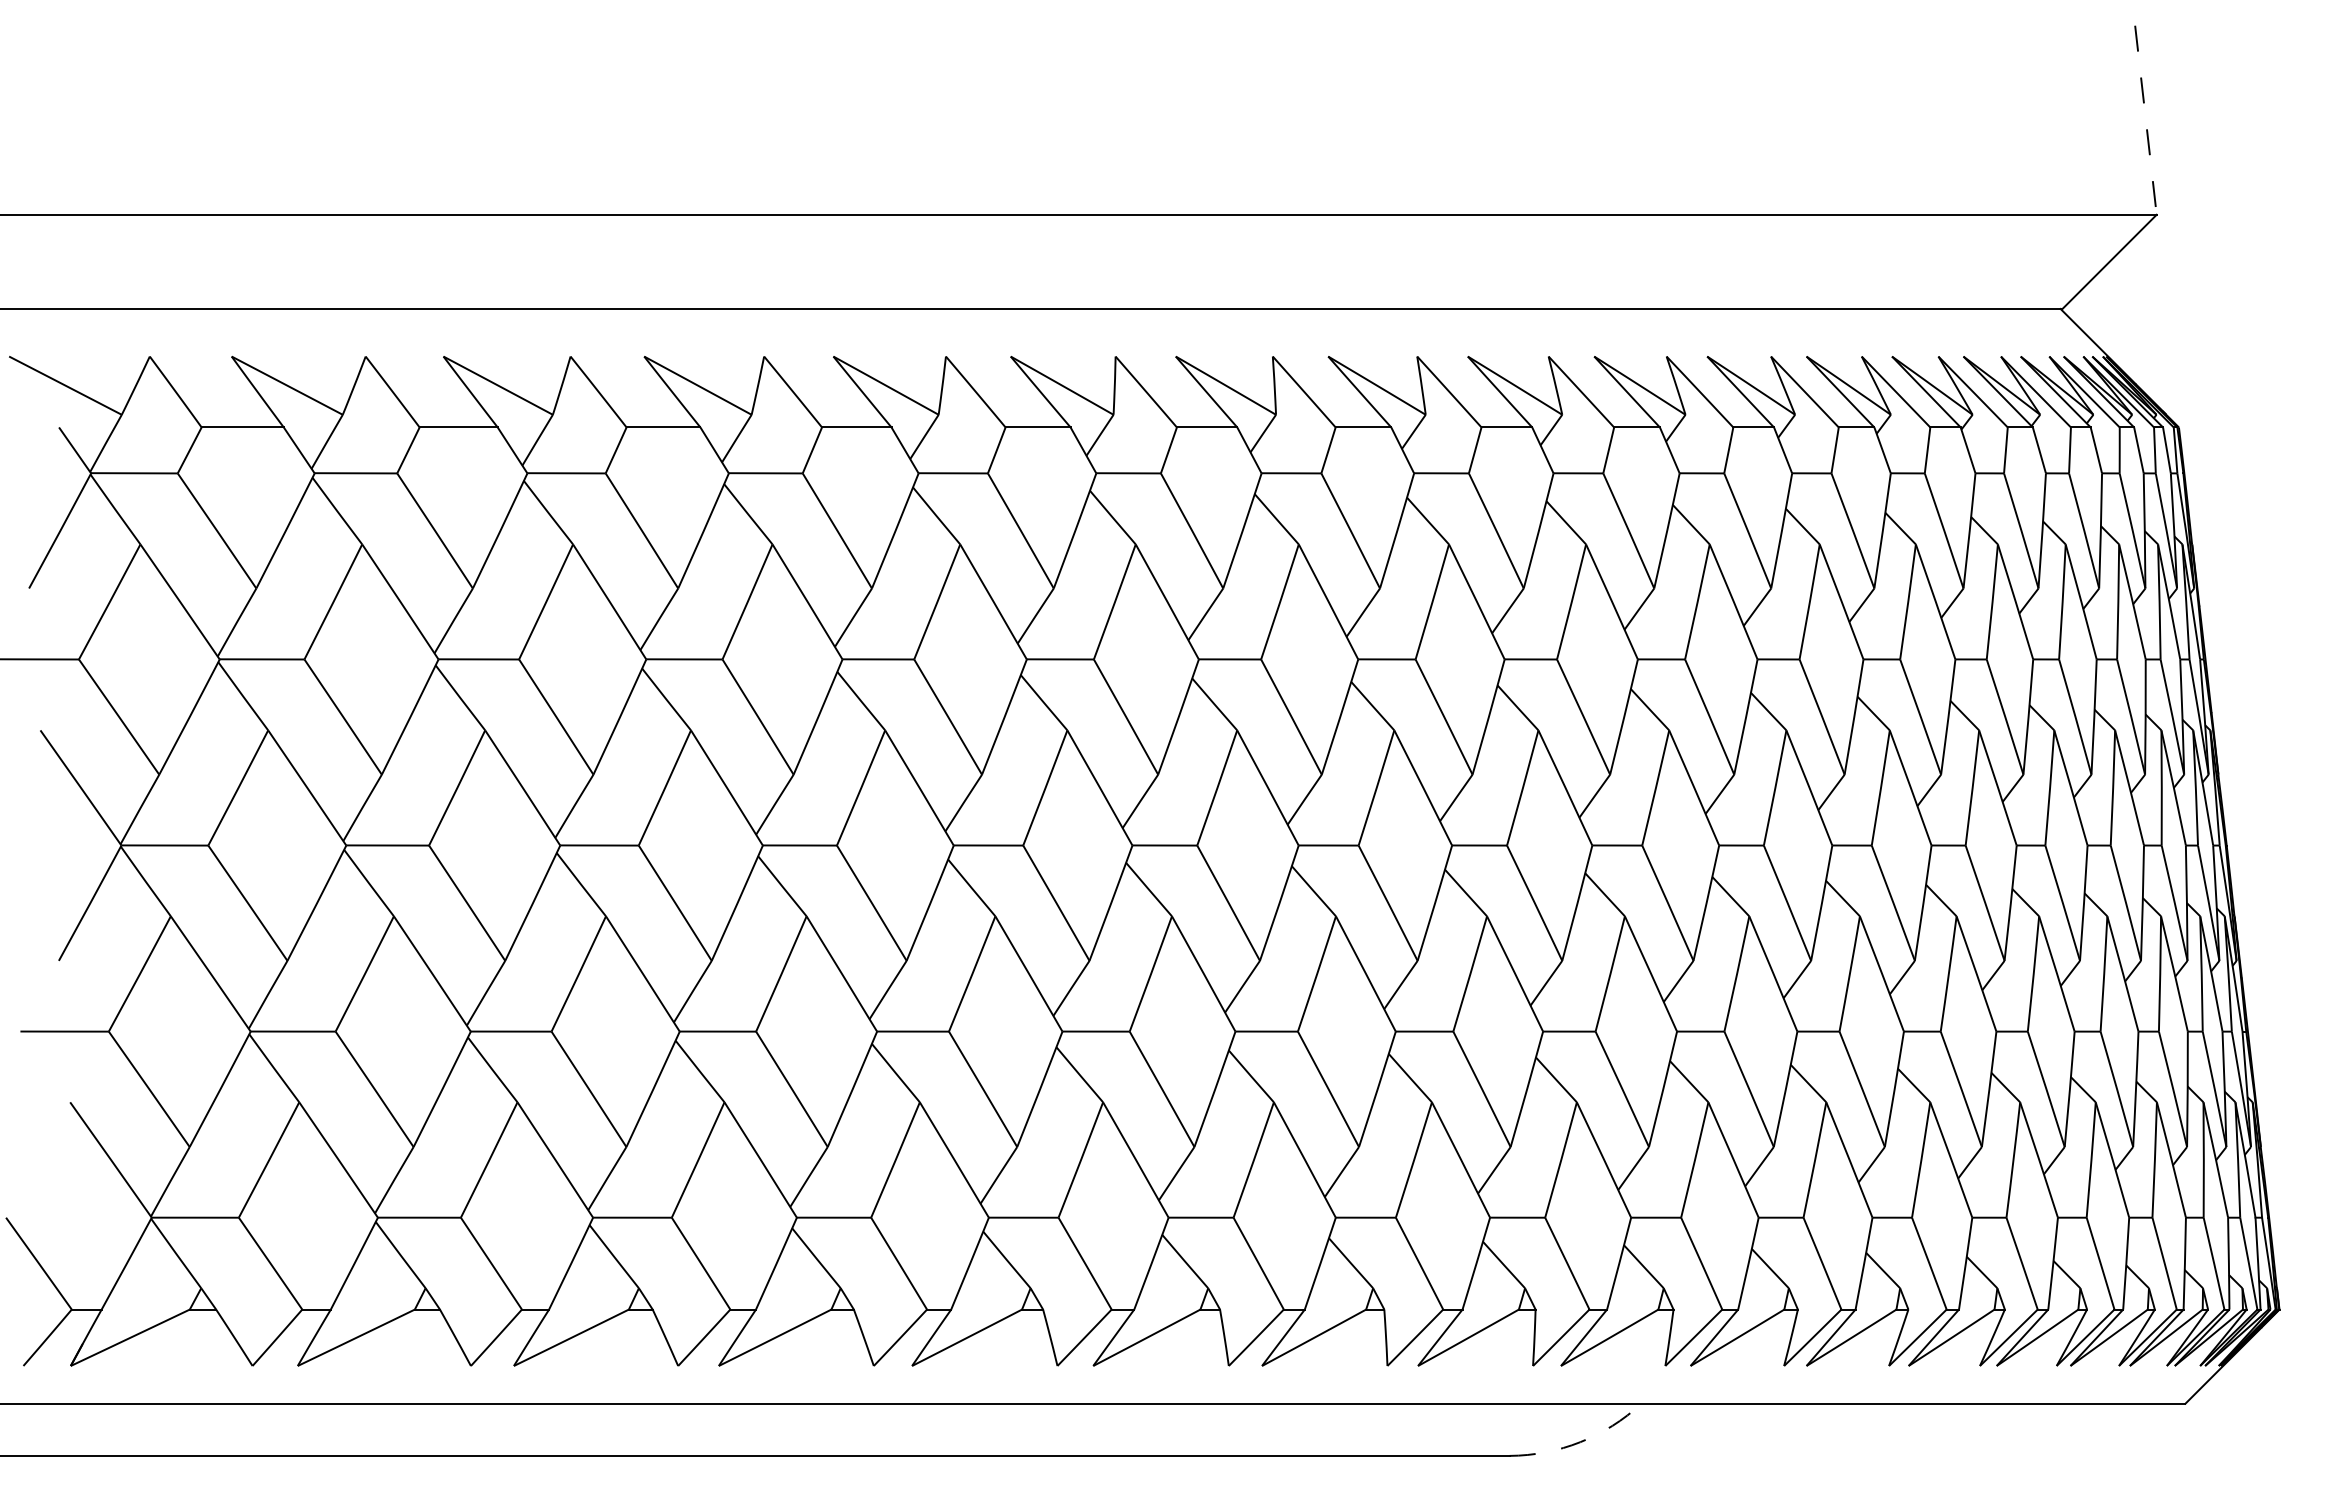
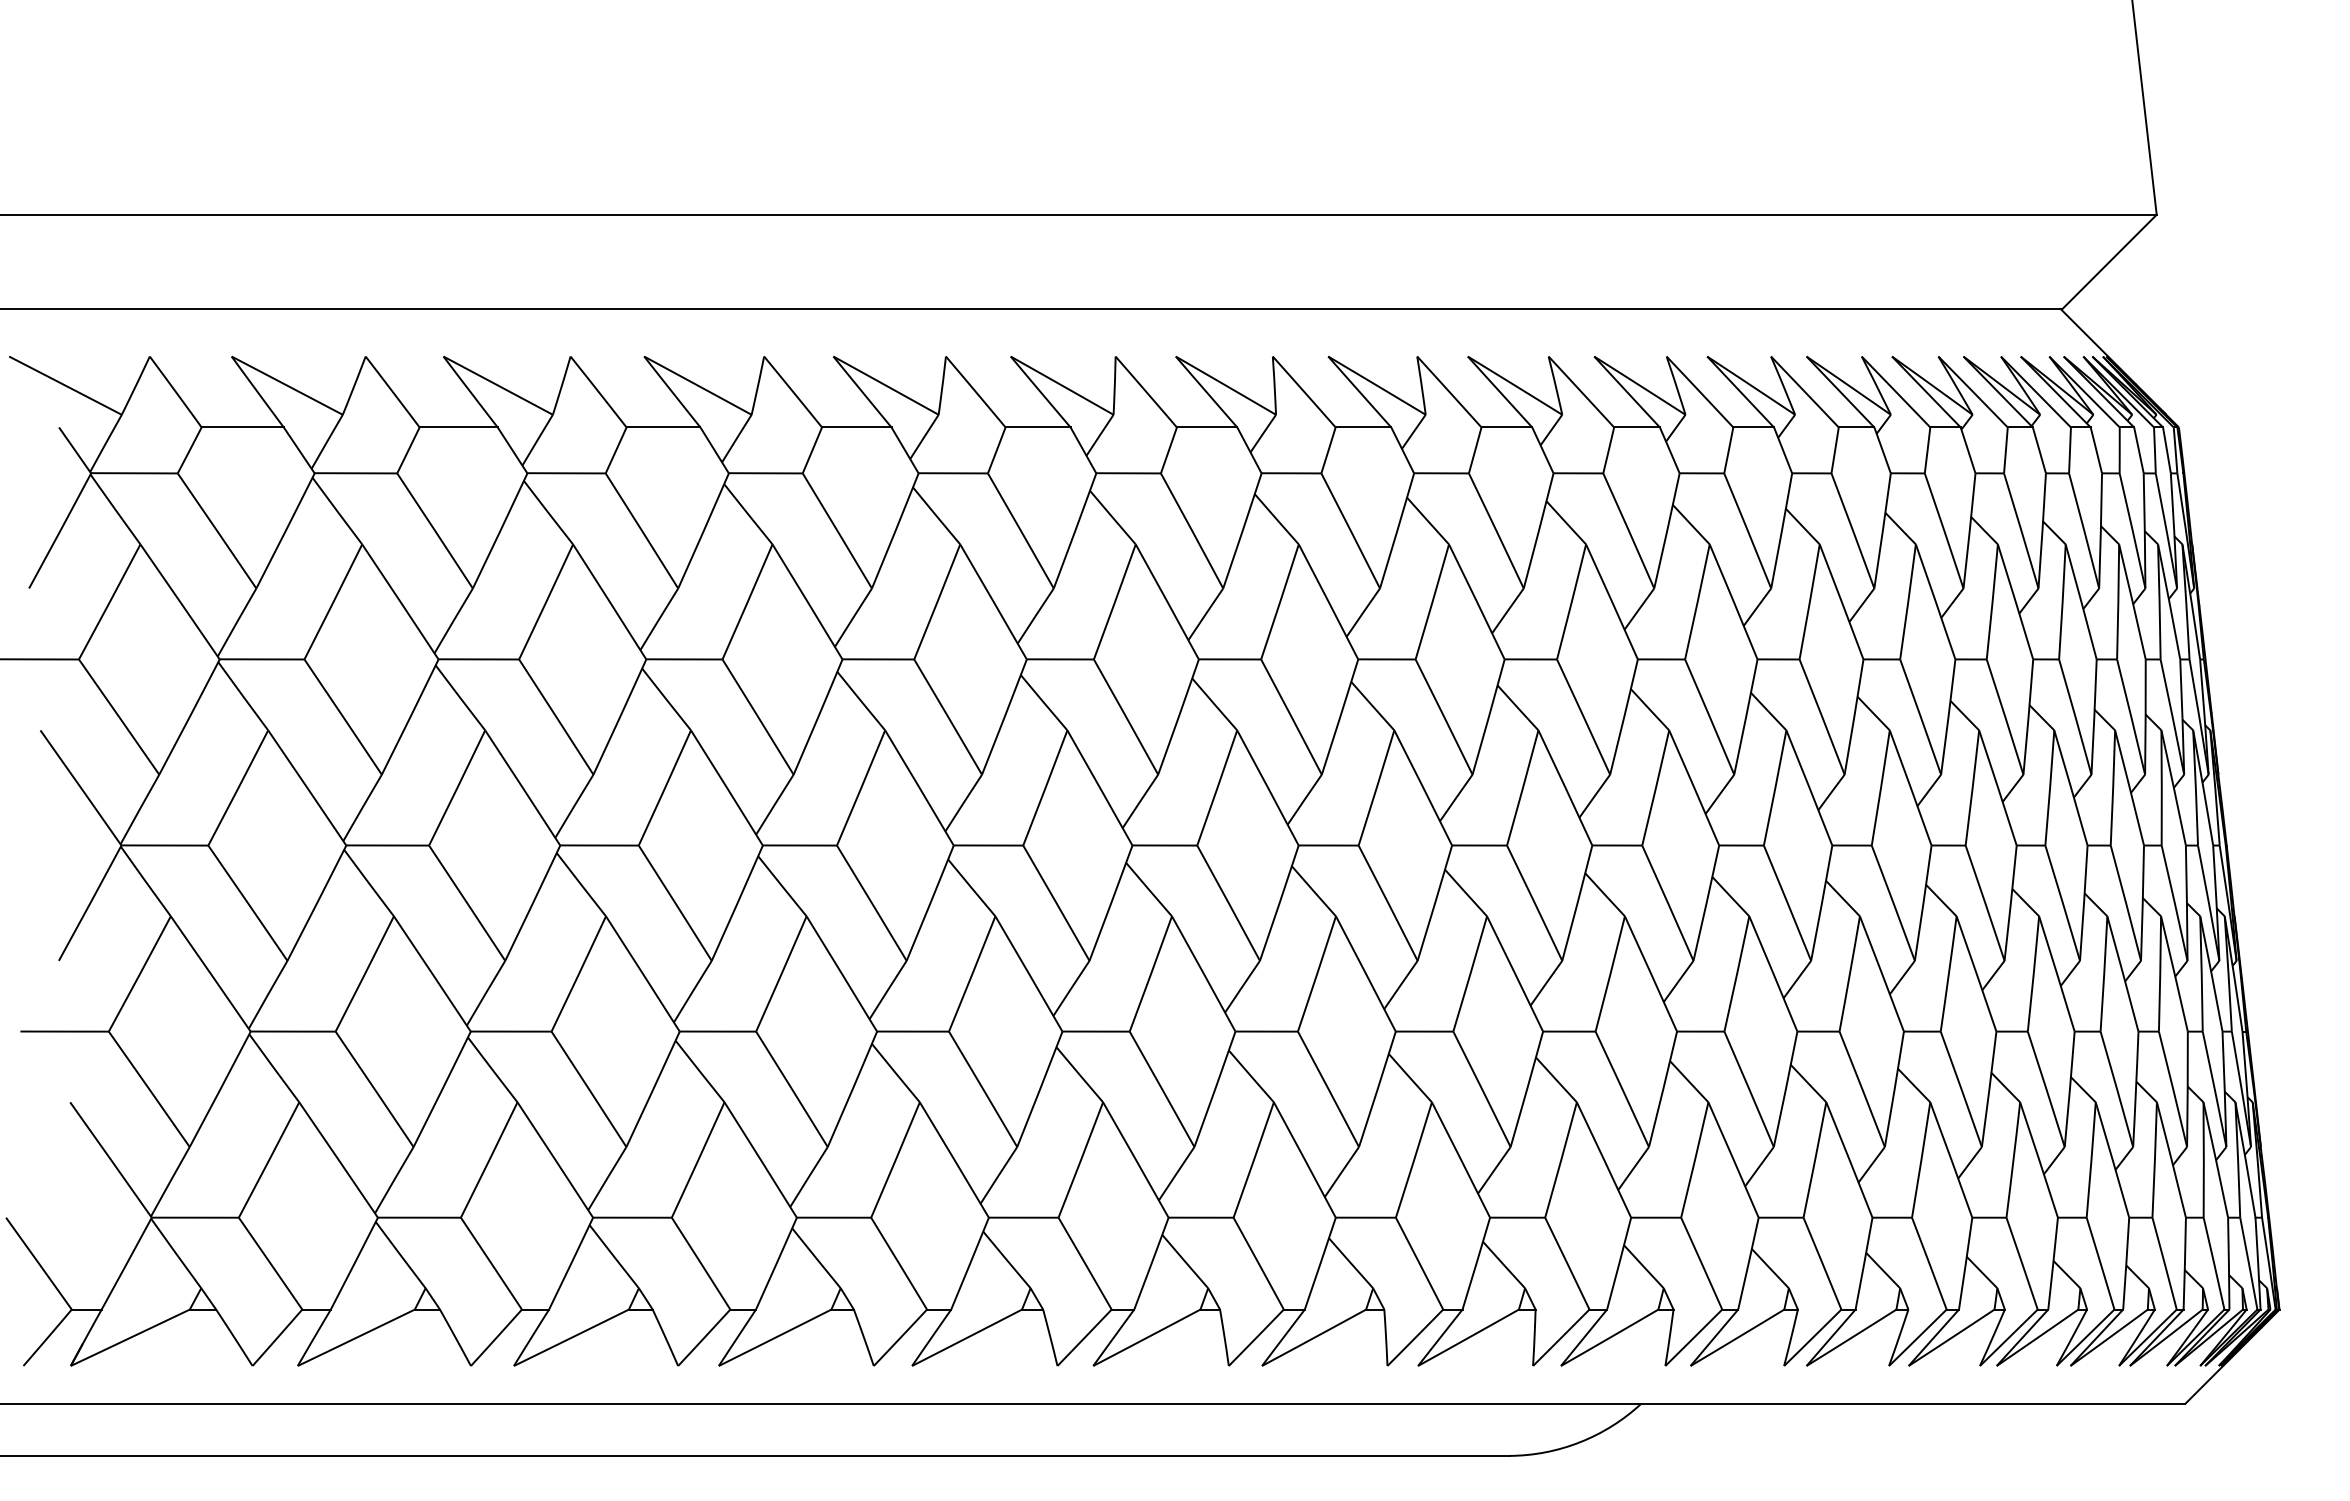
line at (2144, 107): dashed -> solid
arc at (1580, 1442): dashed -> solid
